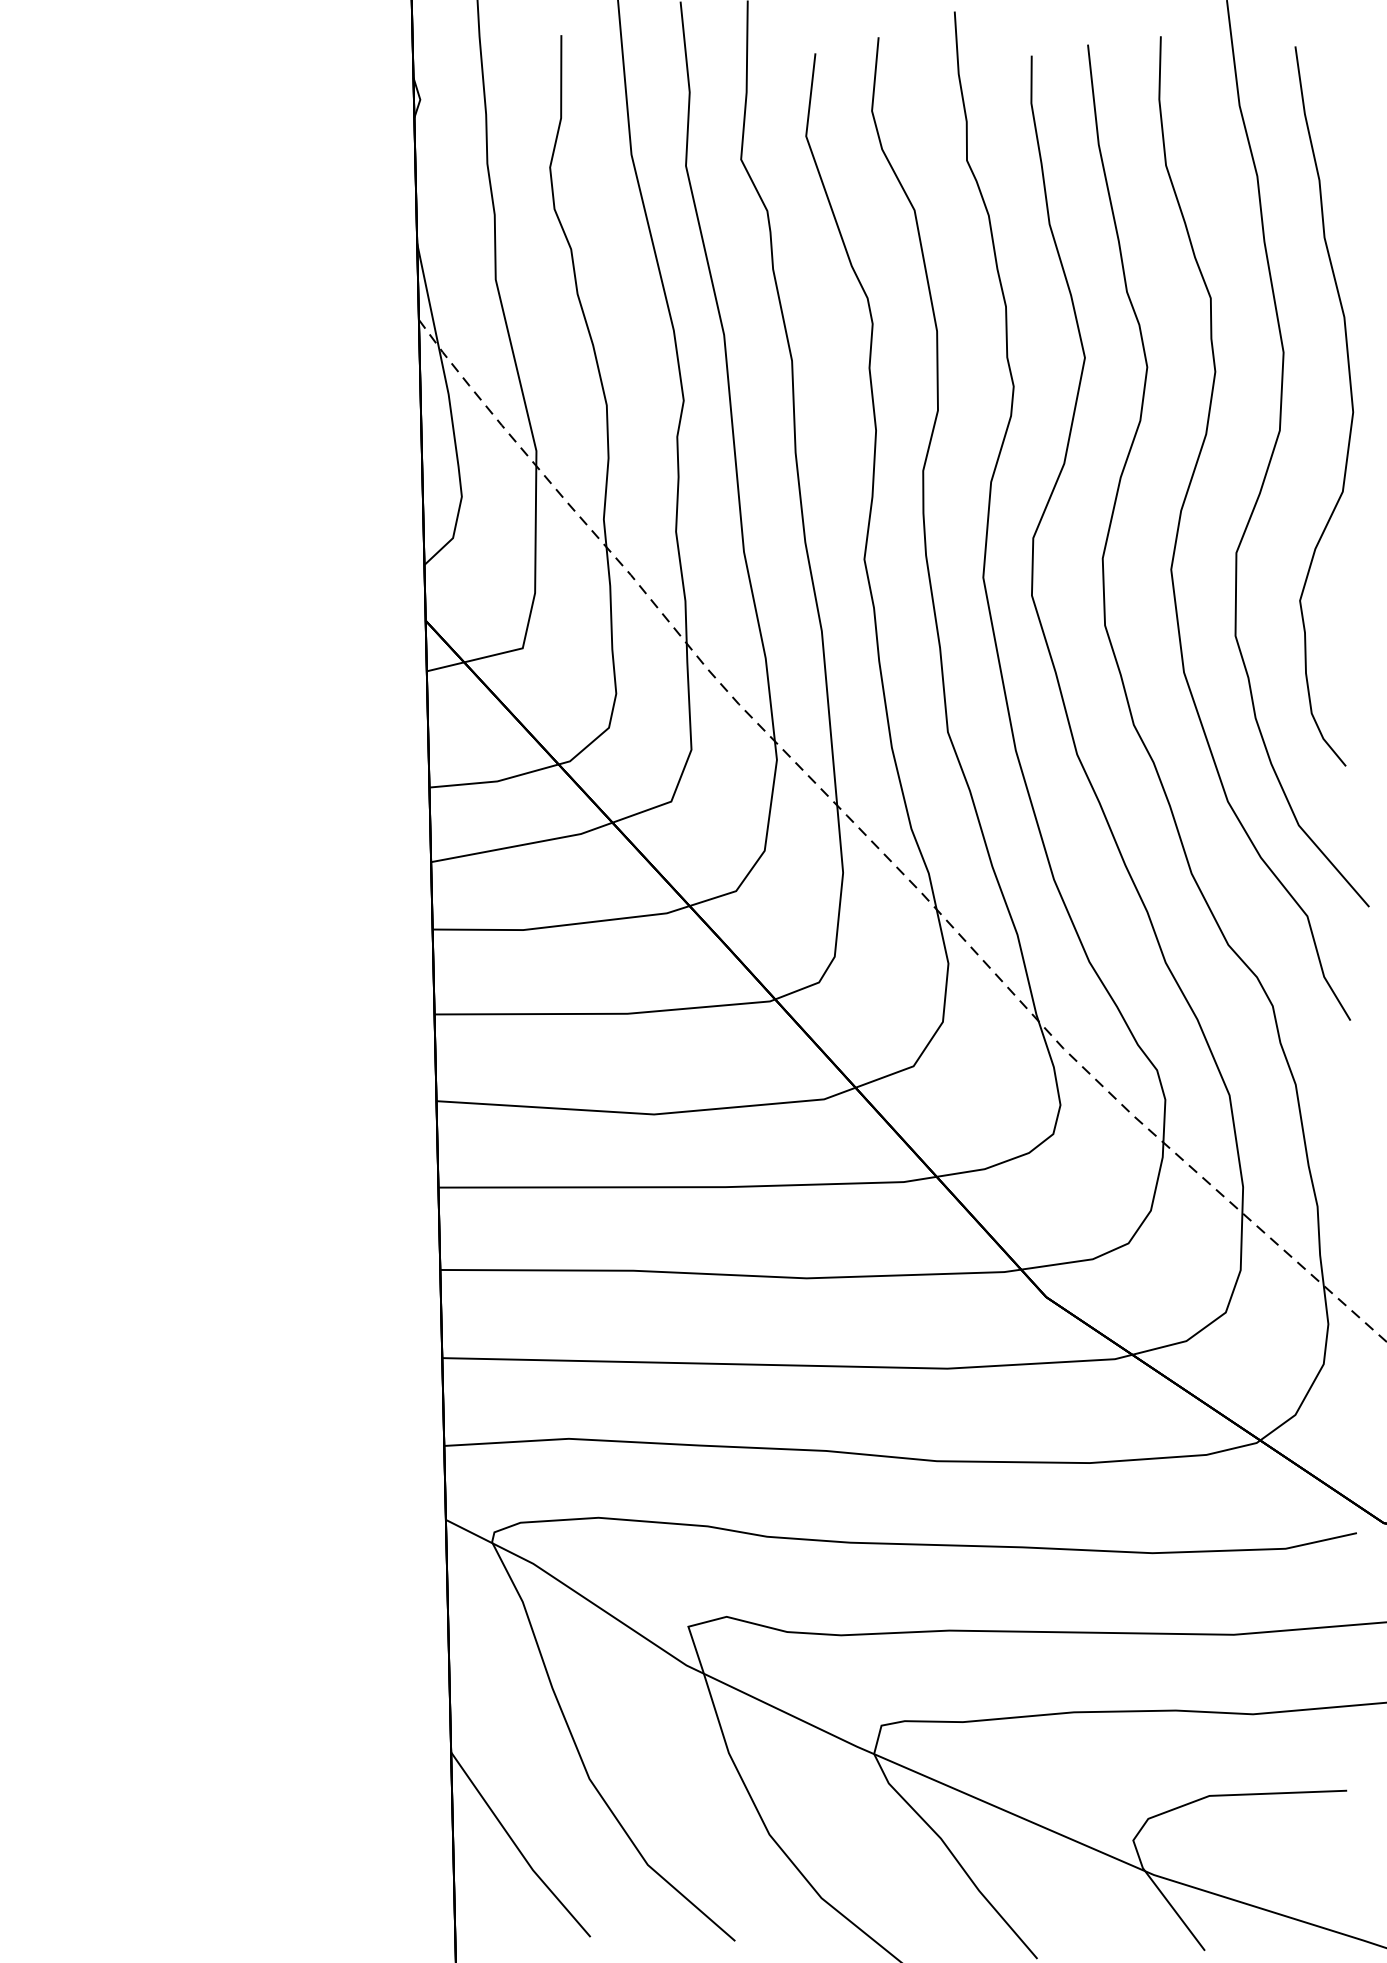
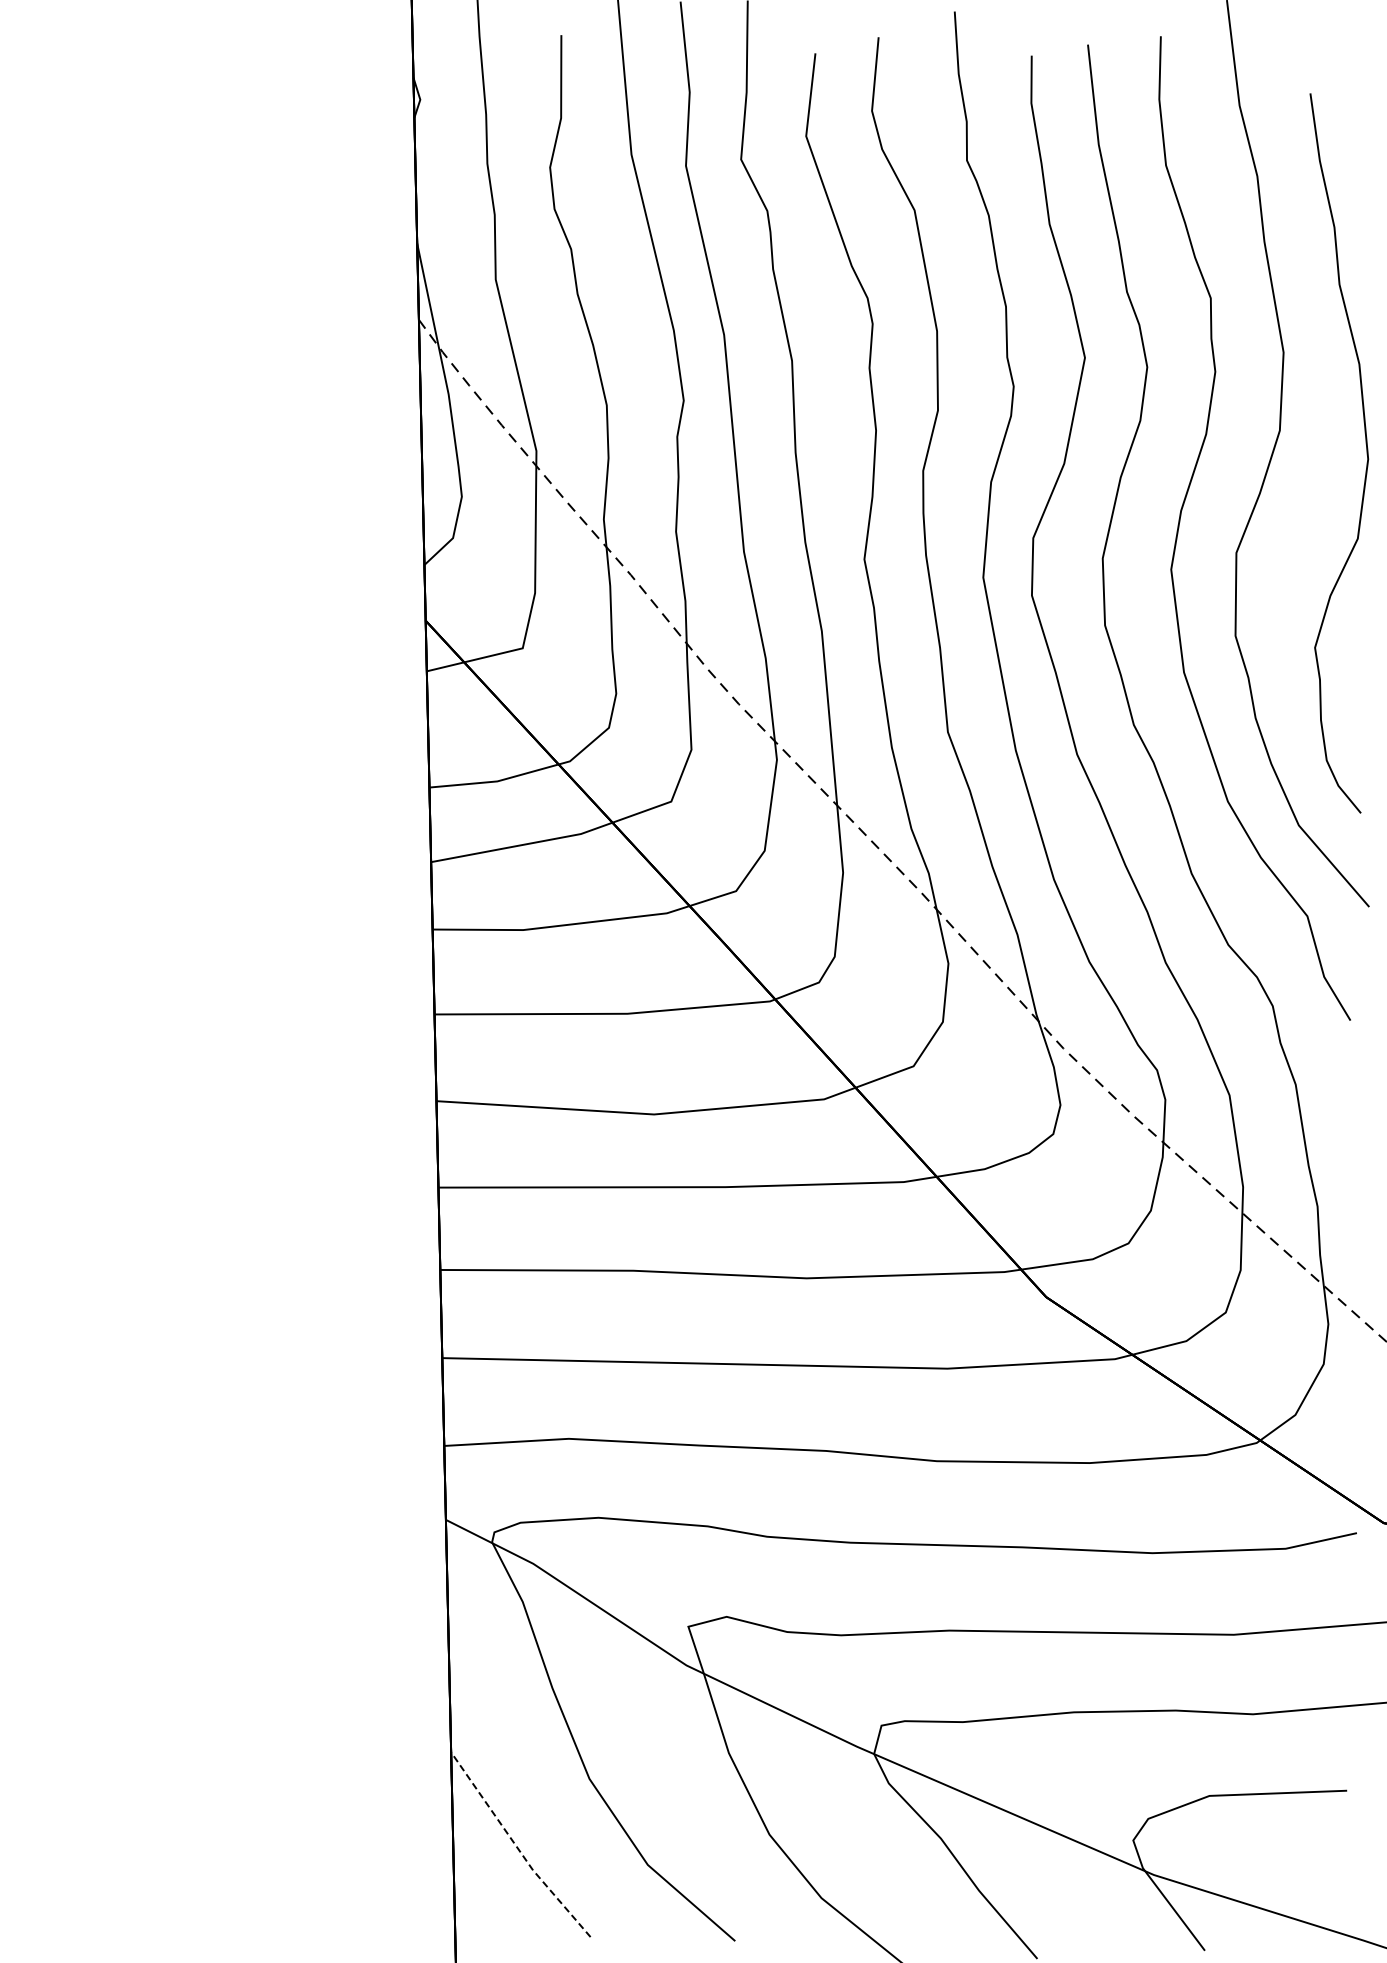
curve at (1351, 406) position: (1351, 406) -> (1366, 453)
line at (517, 1848): solid -> dashed
